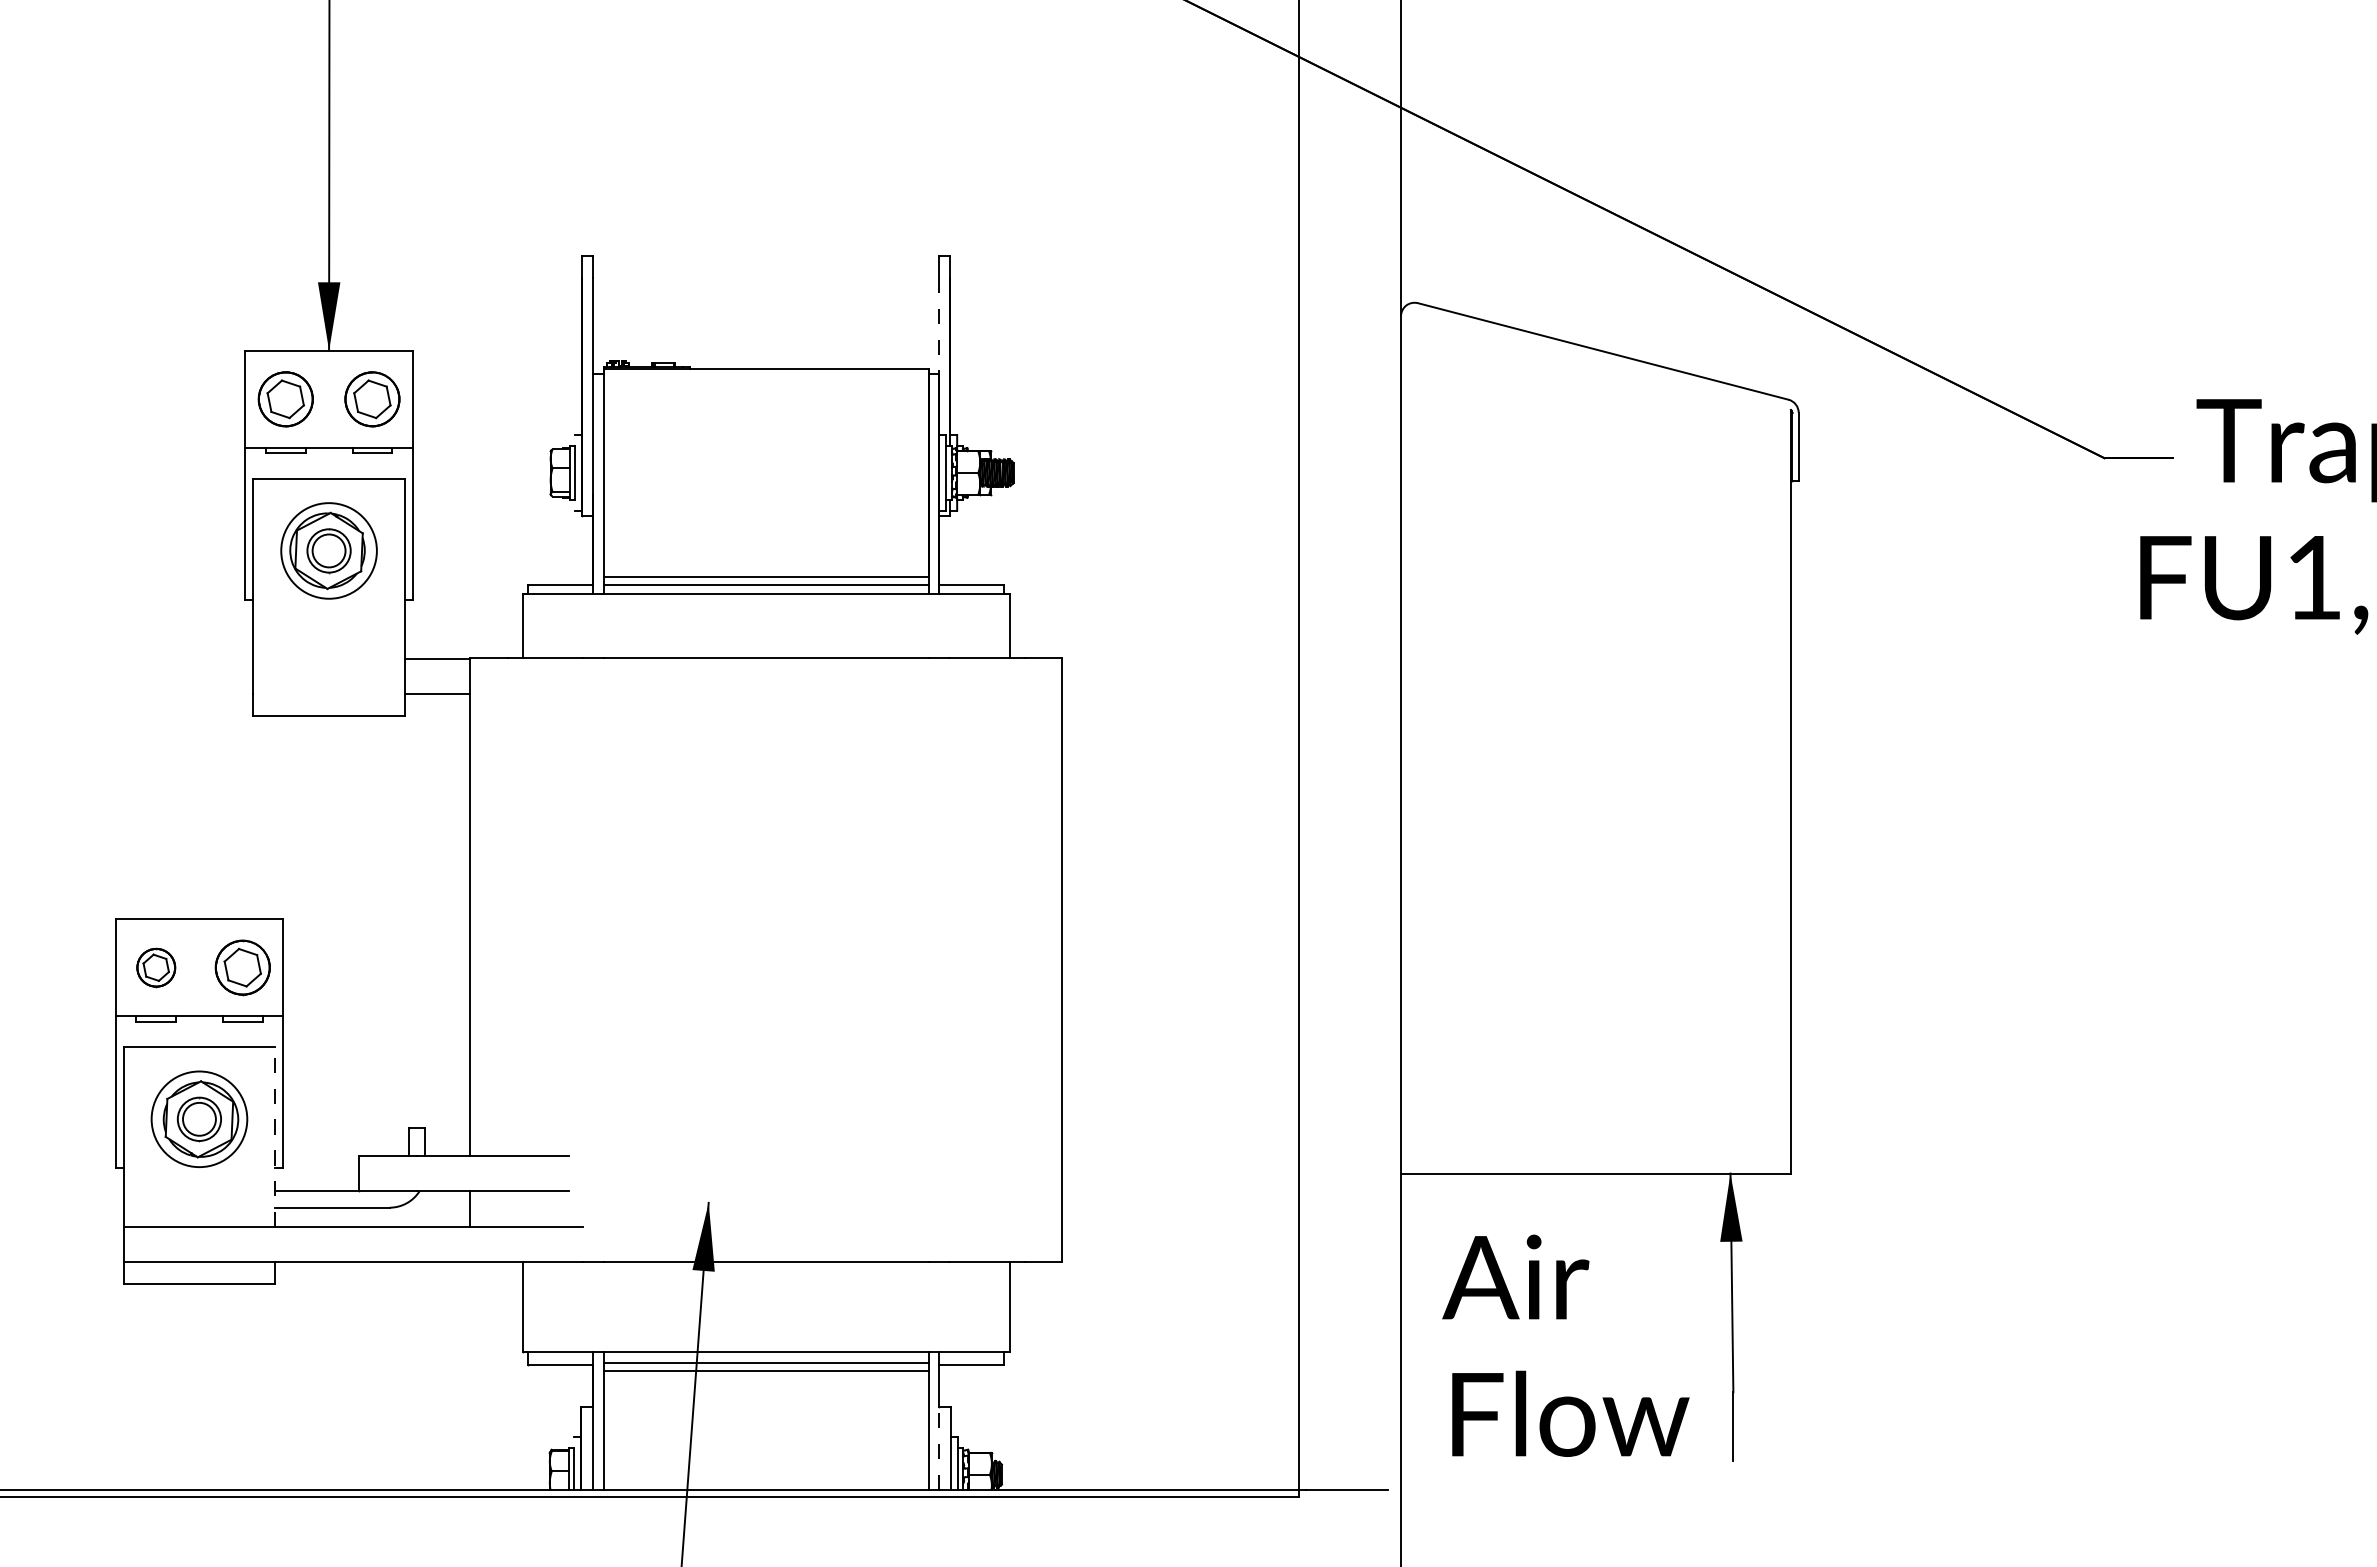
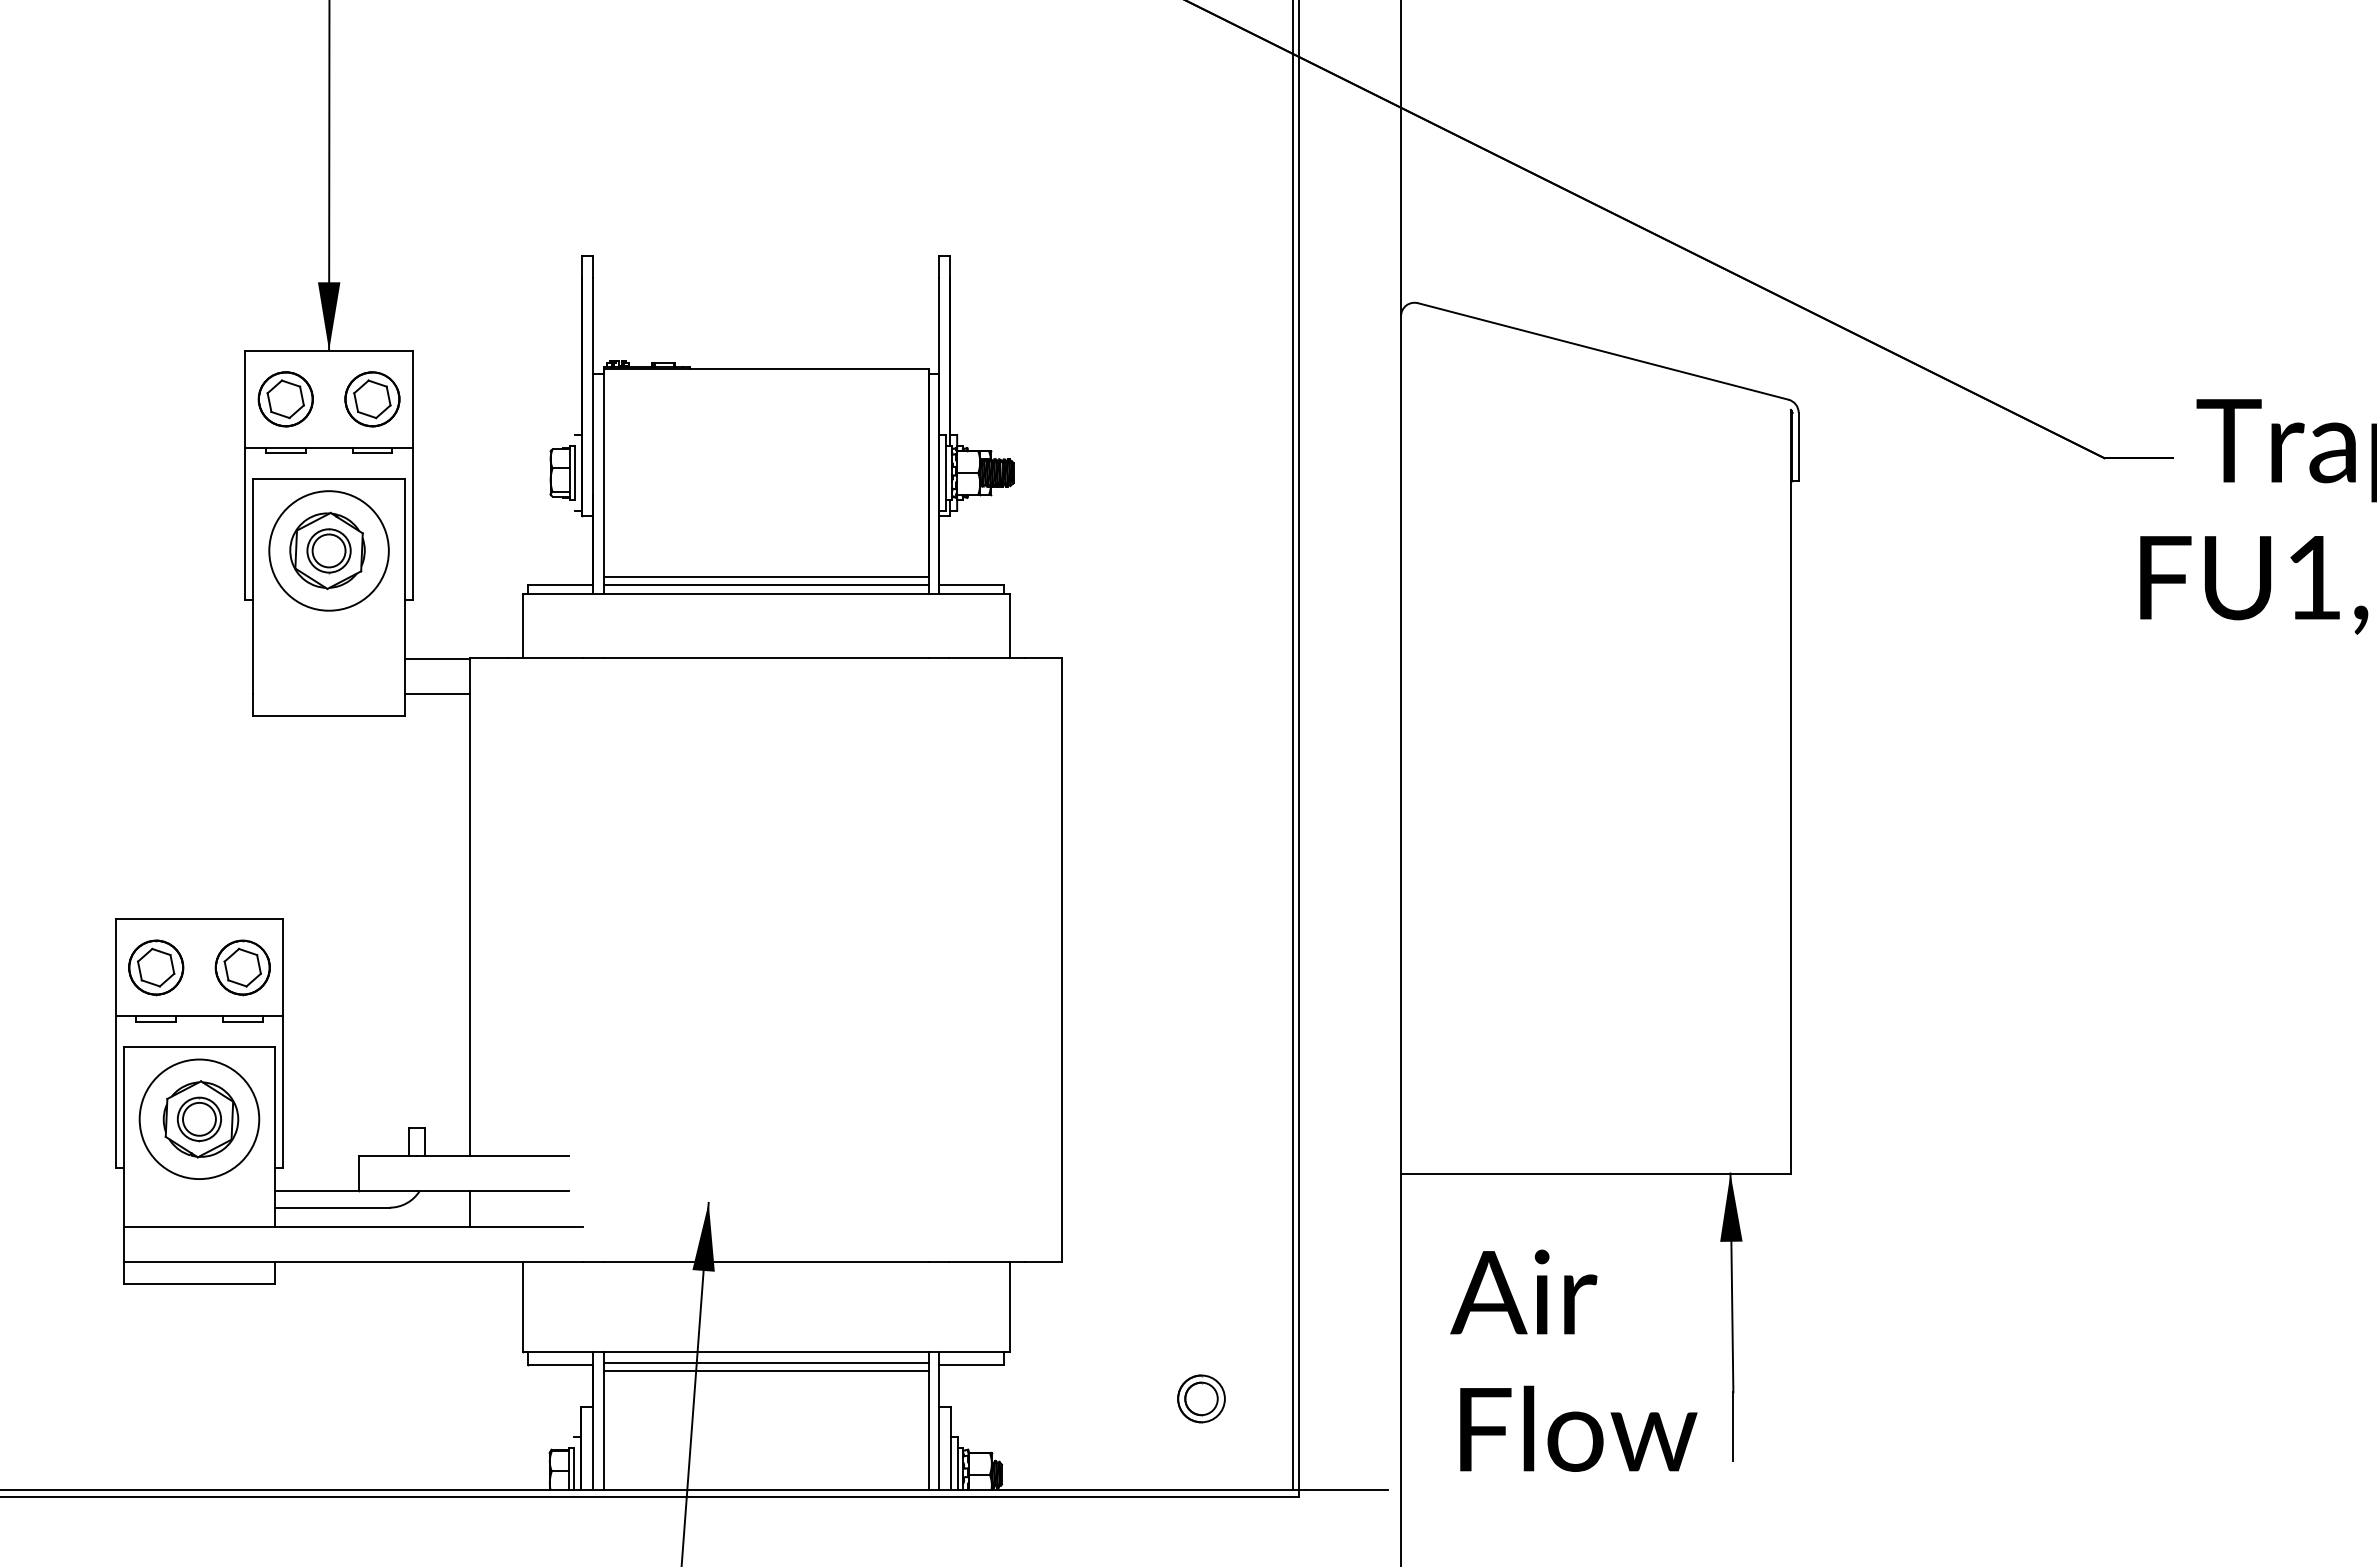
line at (939, 325): dashed -> solid
circle at (328, 550) diameter: 96 px -> 120 px
line at (1292, 745): none -> present
part at (156, 967) size: 41x42 px -> 57x58 px
circle at (199, 1119) diameter: 96 px -> 120 px
line at (275, 1137): dashed -> solid
text at (1565, 1345) position: (1565, 1345) -> (1573, 1360)
part at (1201, 1398): none -> present
line at (939, 1448): dashed -> solid
